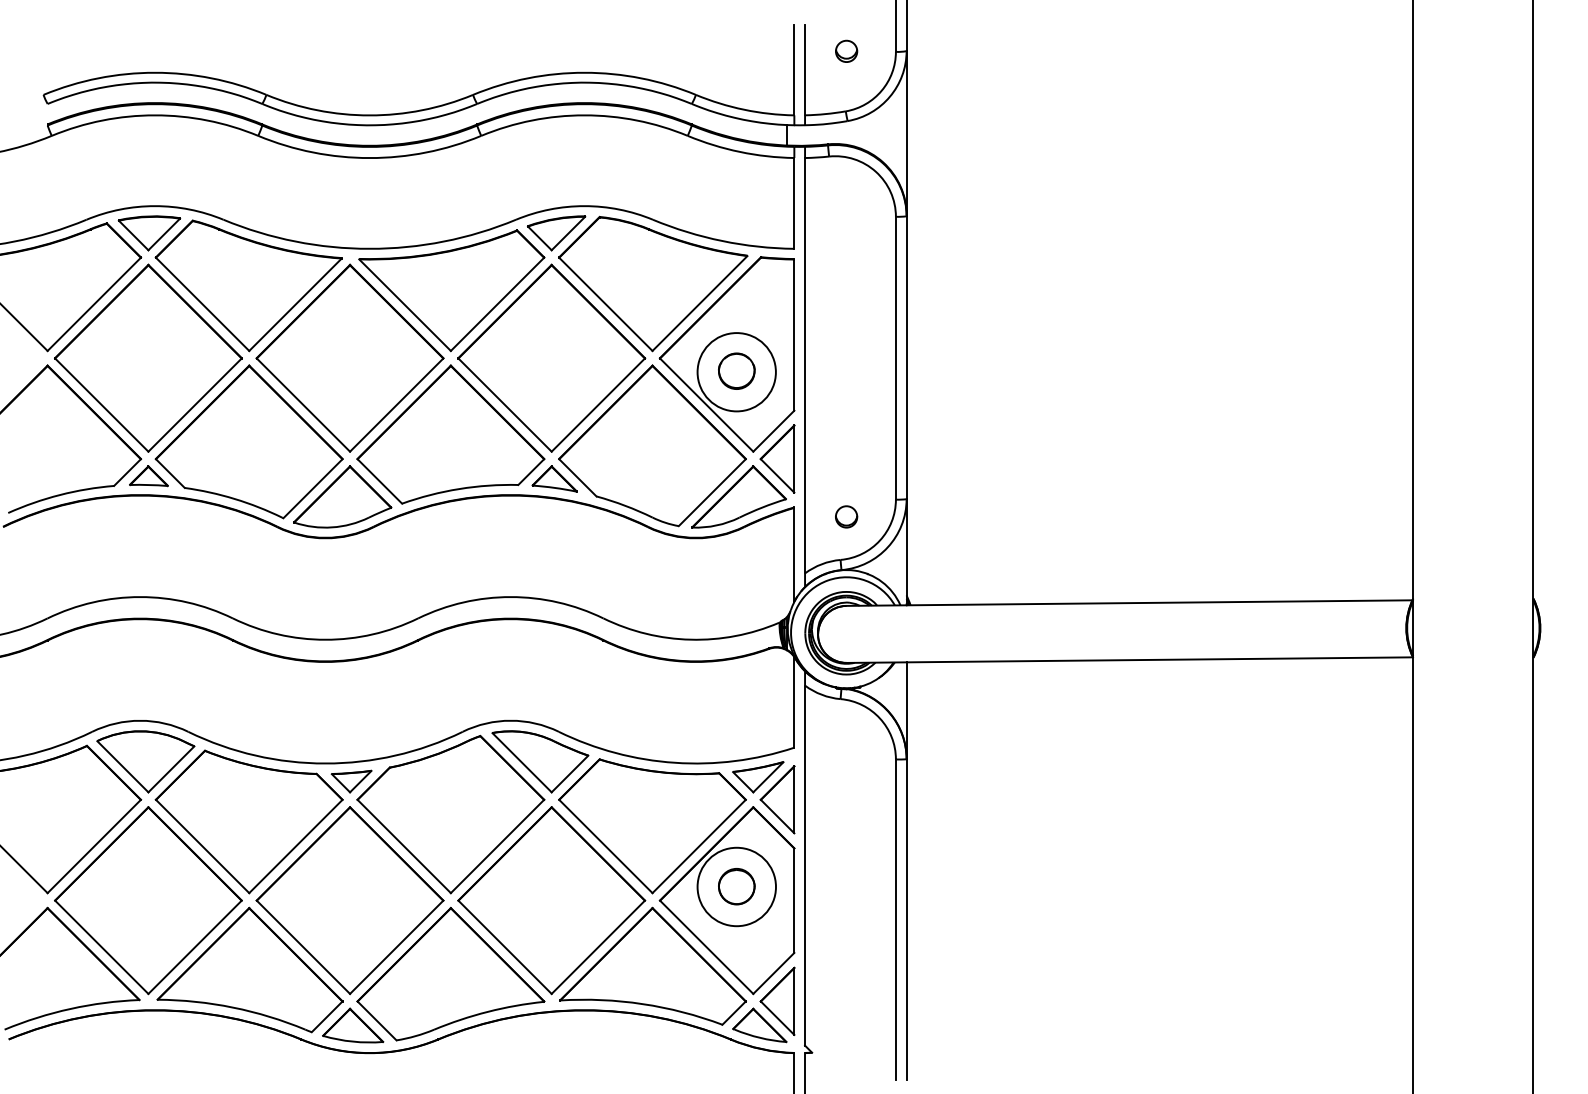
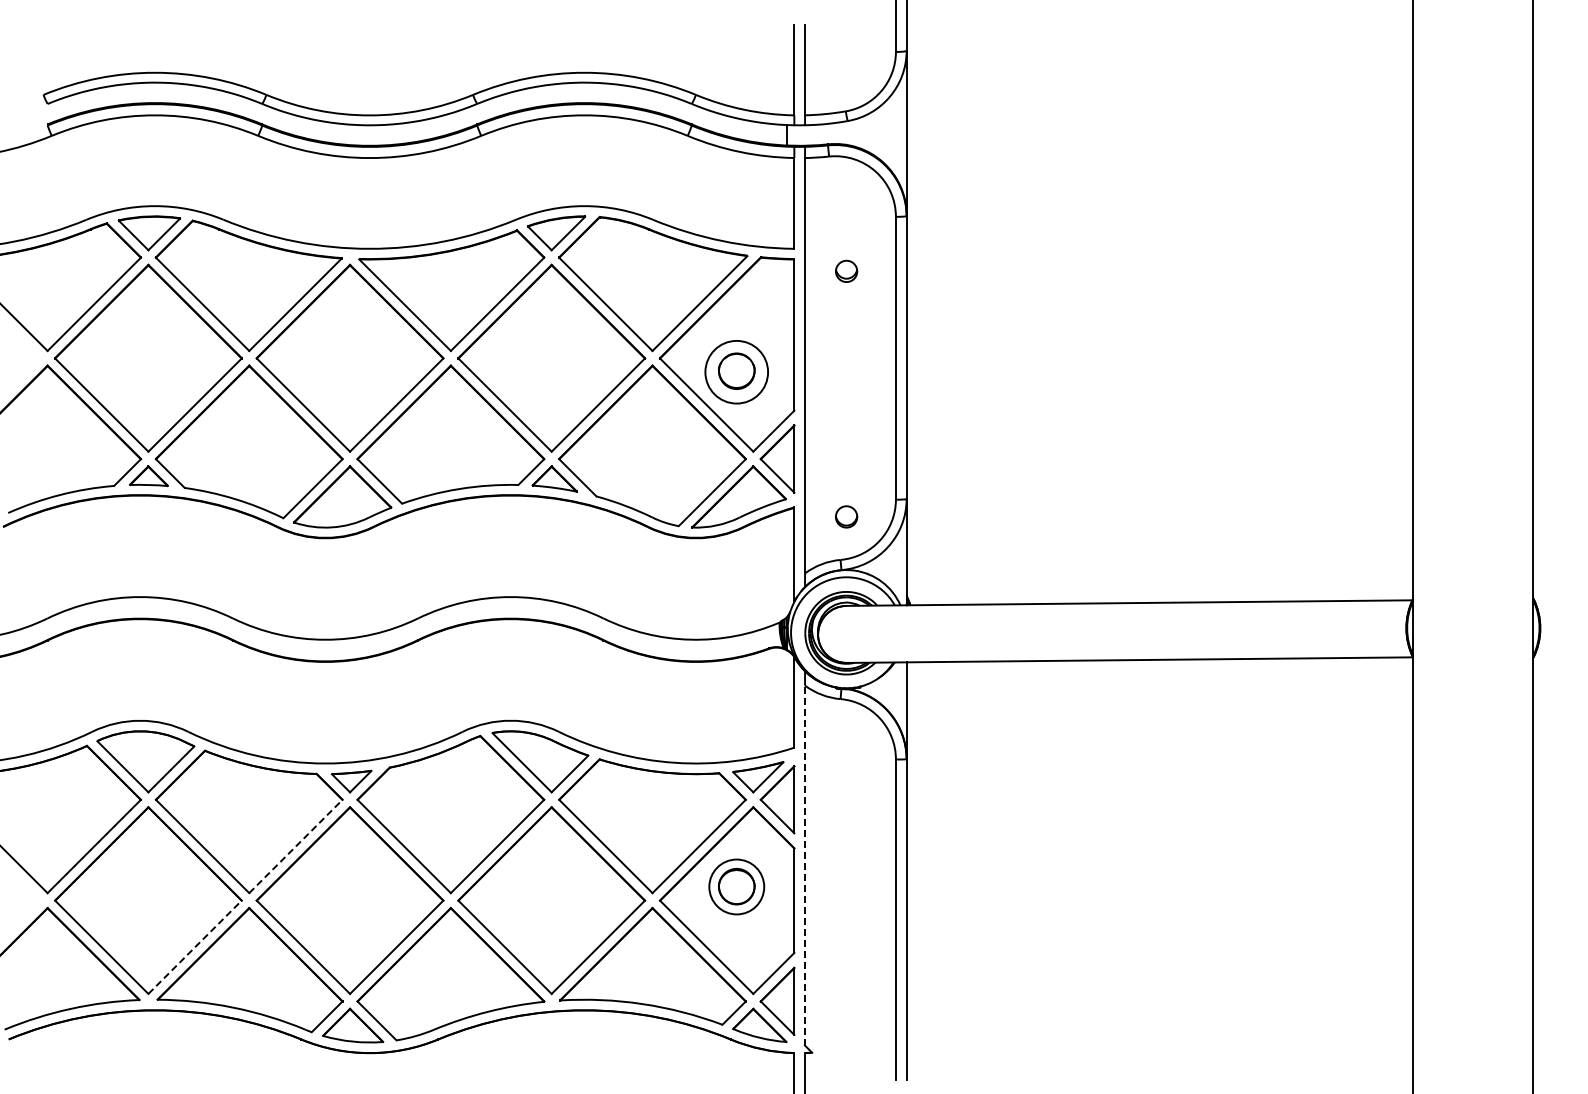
part at (846, 50) position: (846, 50) -> (846, 270)
circle at (736, 372) diameter: 78 px -> 63 px
line at (295, 846): solid -> dashed
line at (805, 865): solid -> dashed
circle at (736, 886) diameter: 78 px -> 55 px
line at (195, 947): solid -> dashed
